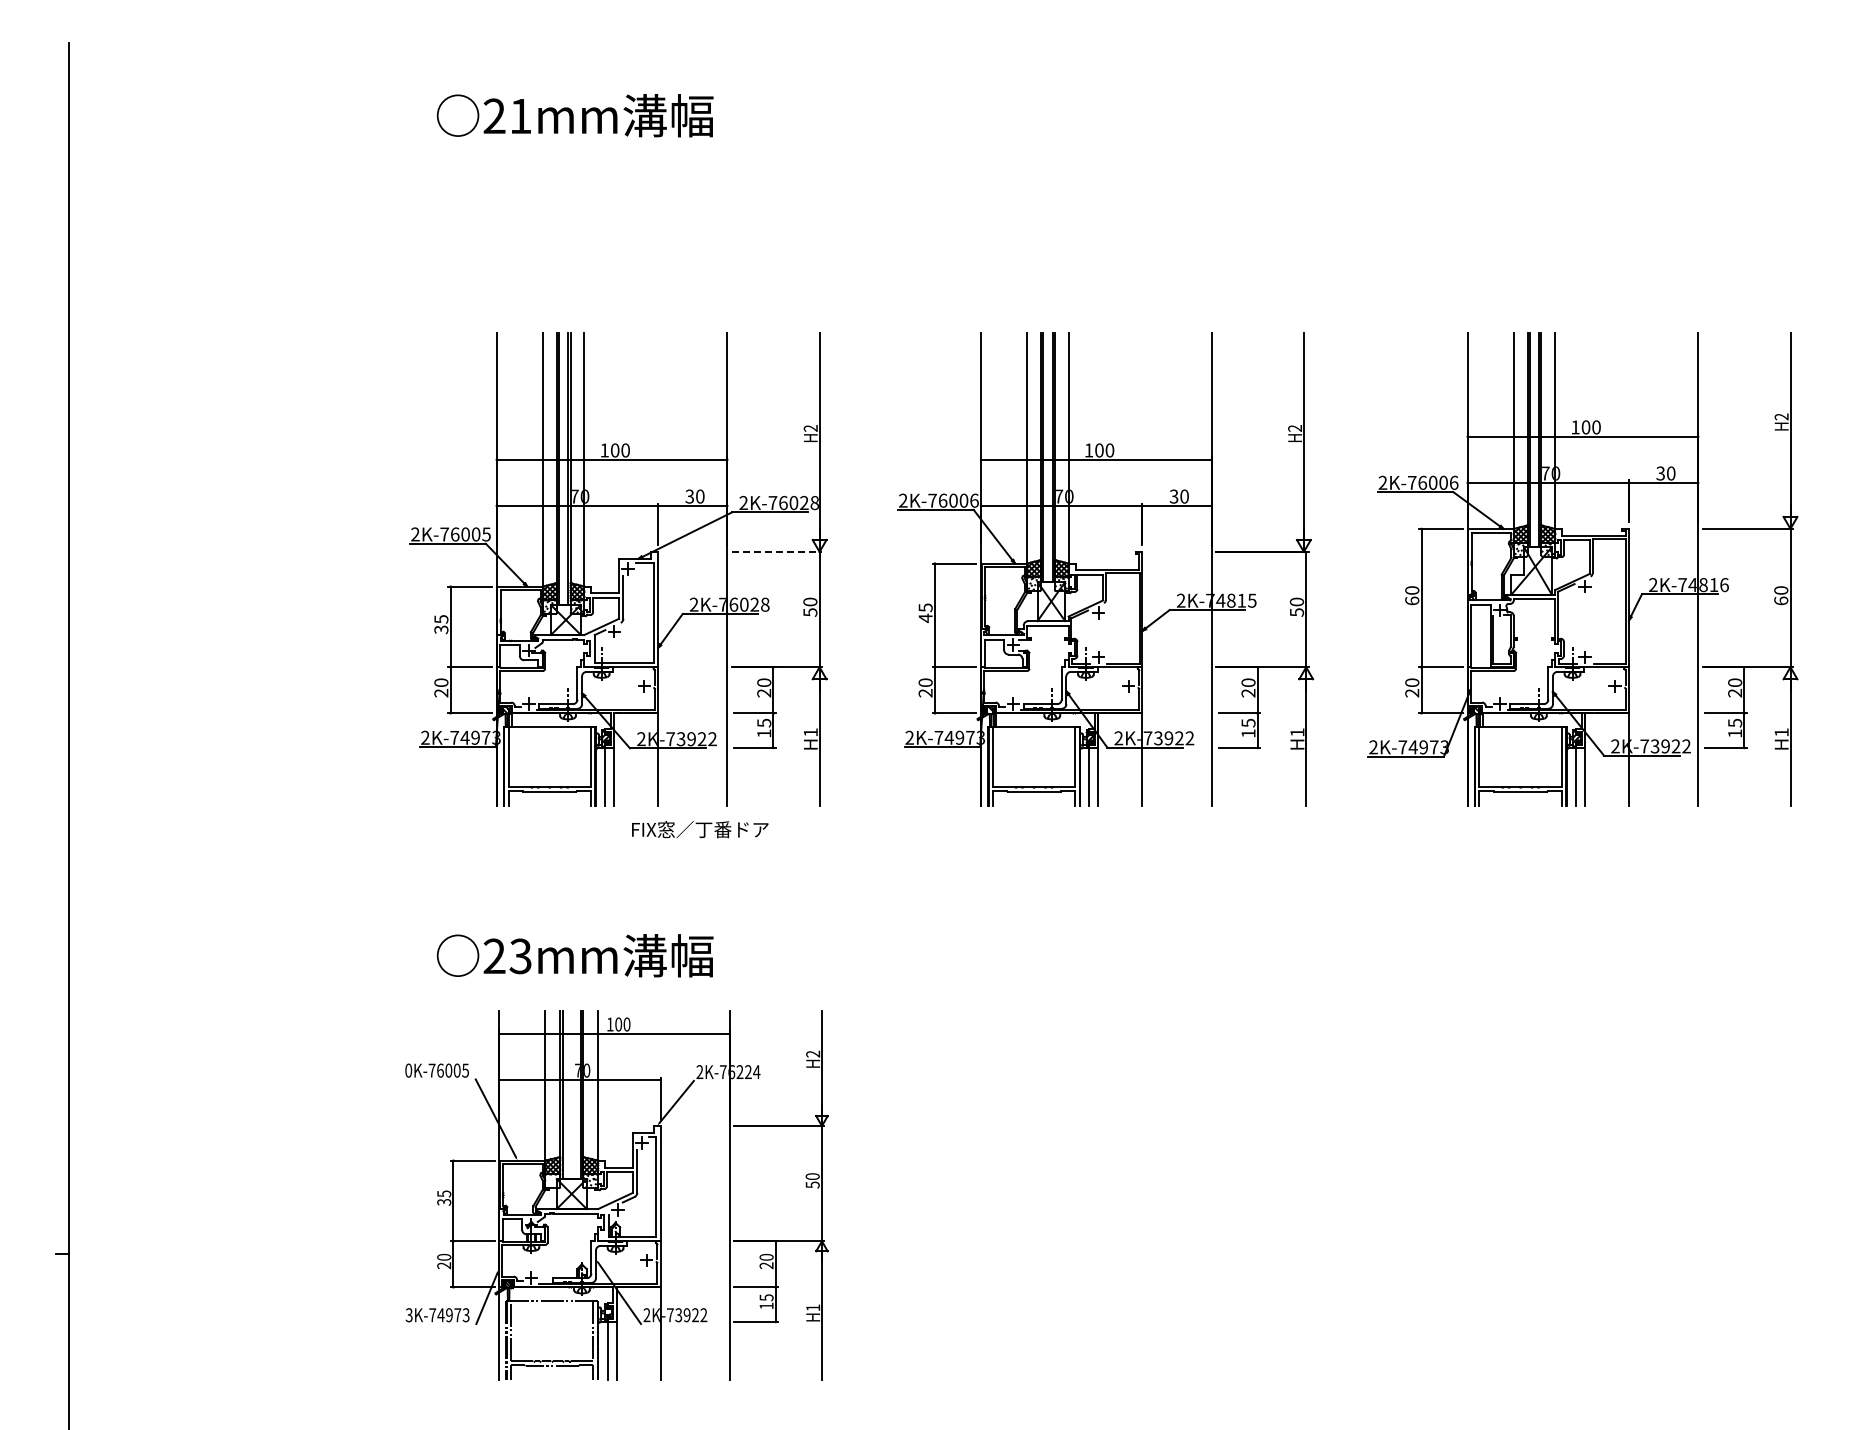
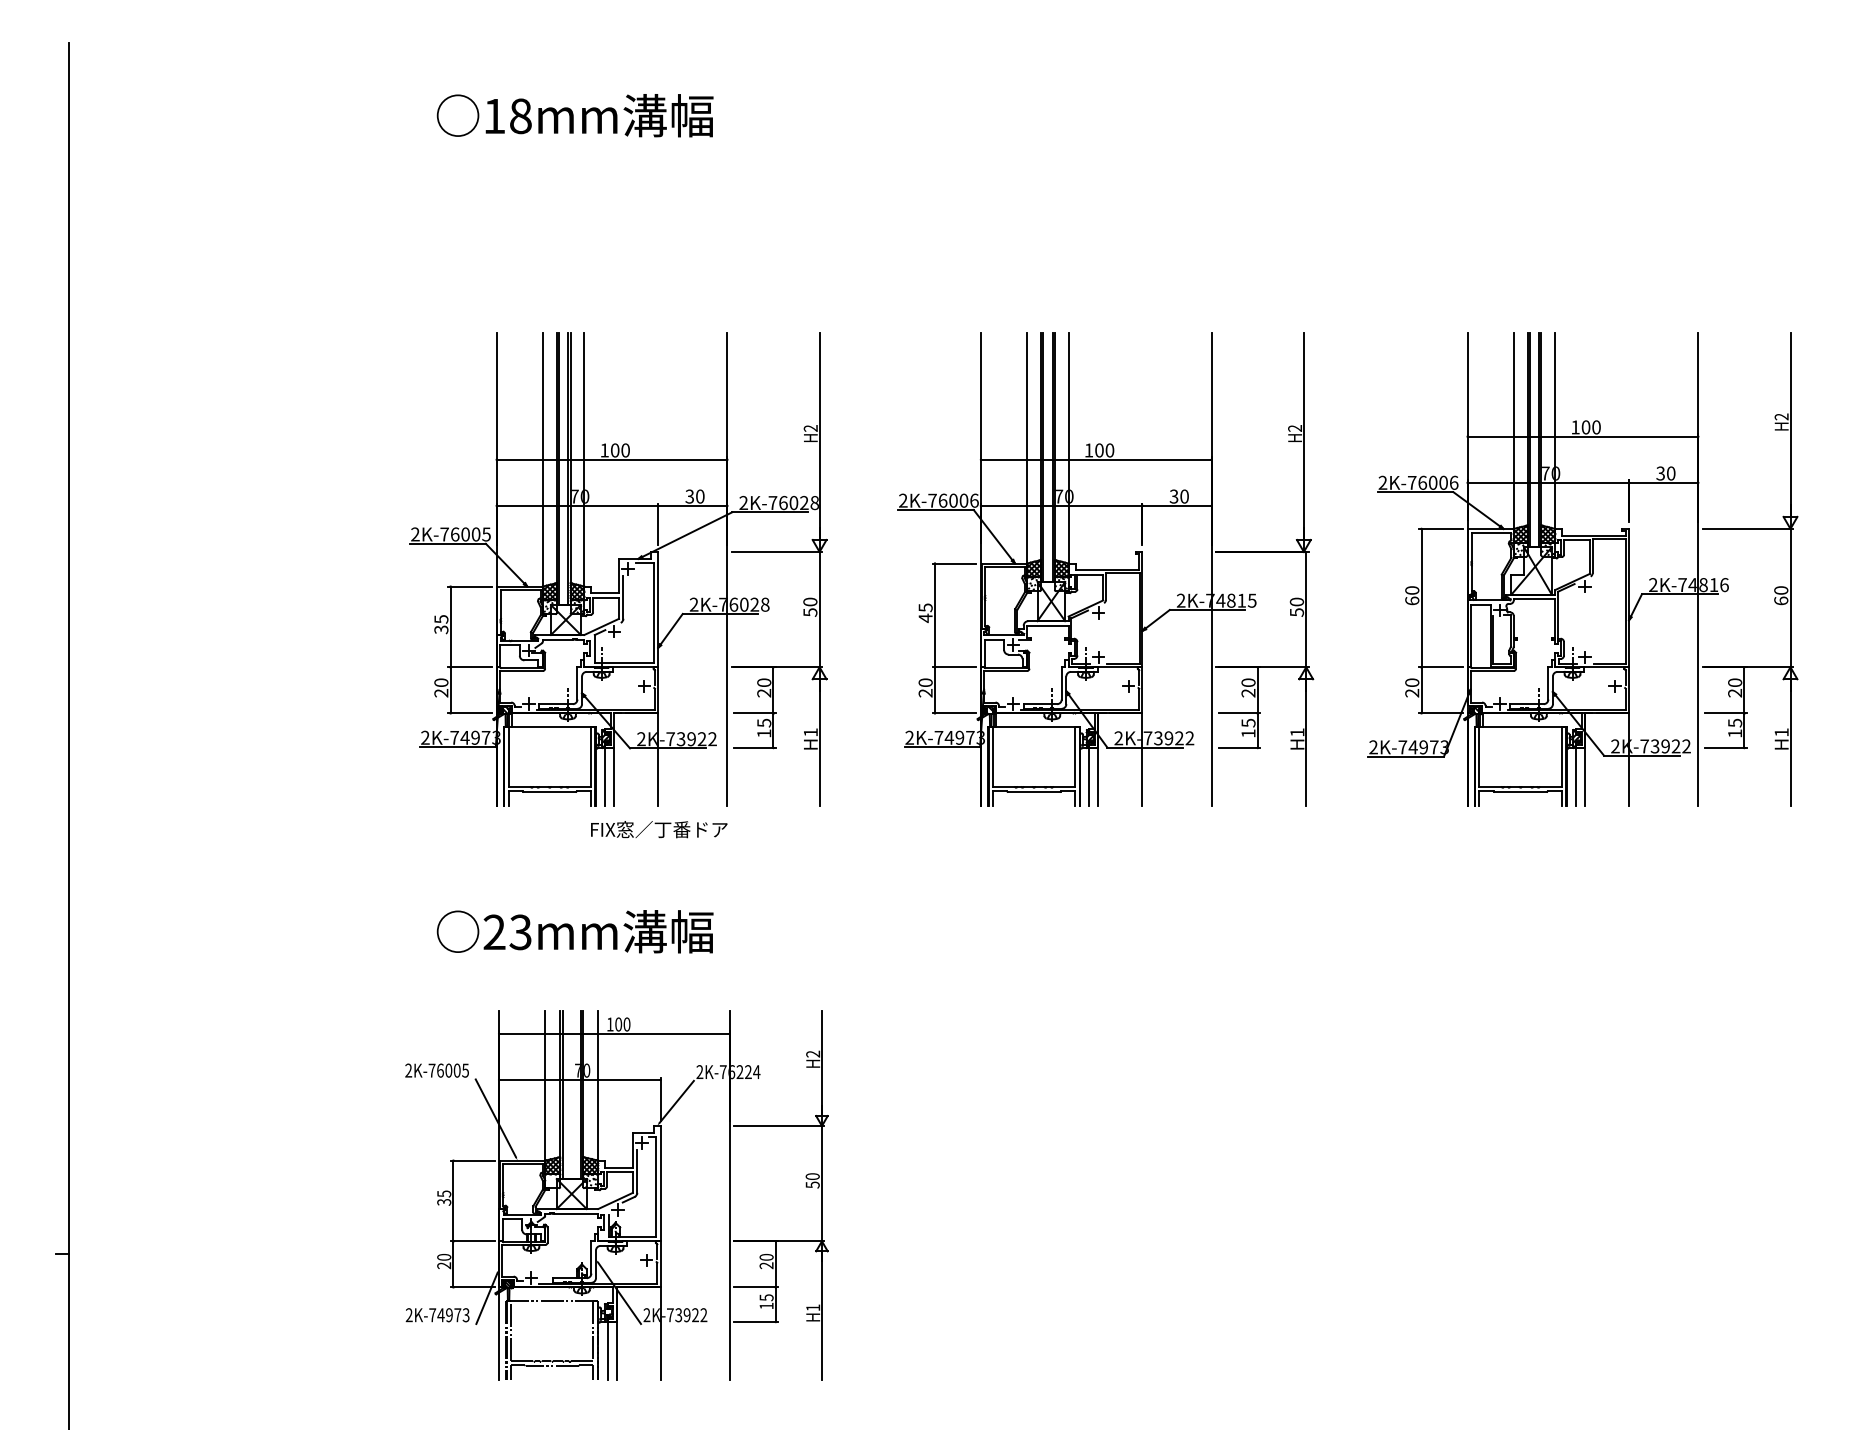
text at (507, 116): 21mm -> 18mm
line at (776, 551): dashed -> solid
text at (700, 829) position: (700, 829) -> (659, 829)
text at (574, 955) position: (574, 955) -> (574, 931)
text at (408, 1070): 0K-76005 -> 2K-76005
text at (408, 1315): 3K-74973 -> 2K-74973
